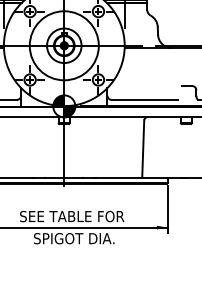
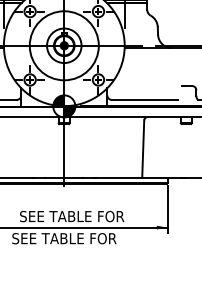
text at (64, 238): SPIGOT DIA. -> SEE TABLE FOR
